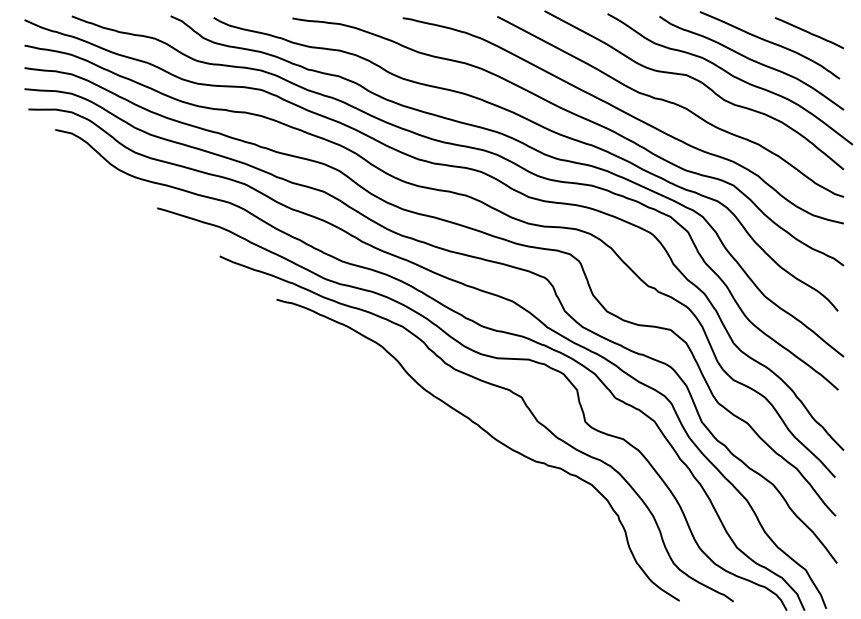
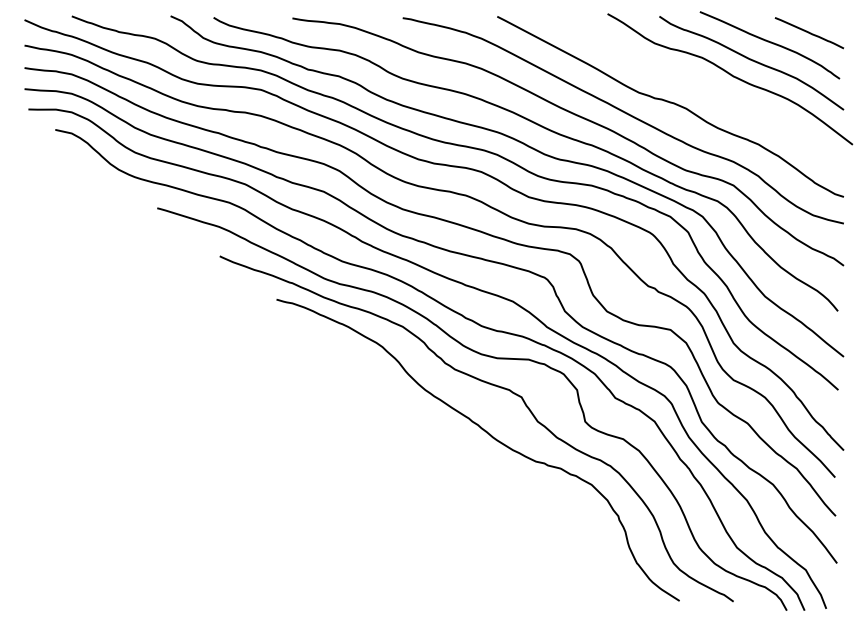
curve at (697, 81): present -> none
